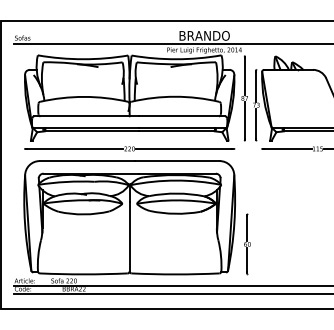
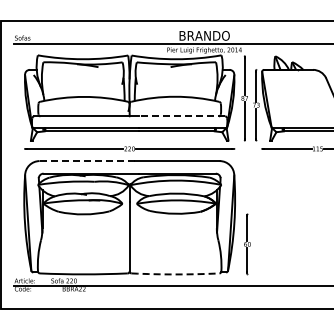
line at (182, 116): solid -> dashed
line at (87, 161): solid -> dashed
arc at (175, 274): solid -> dashed
line at (172, 293): present -> none
